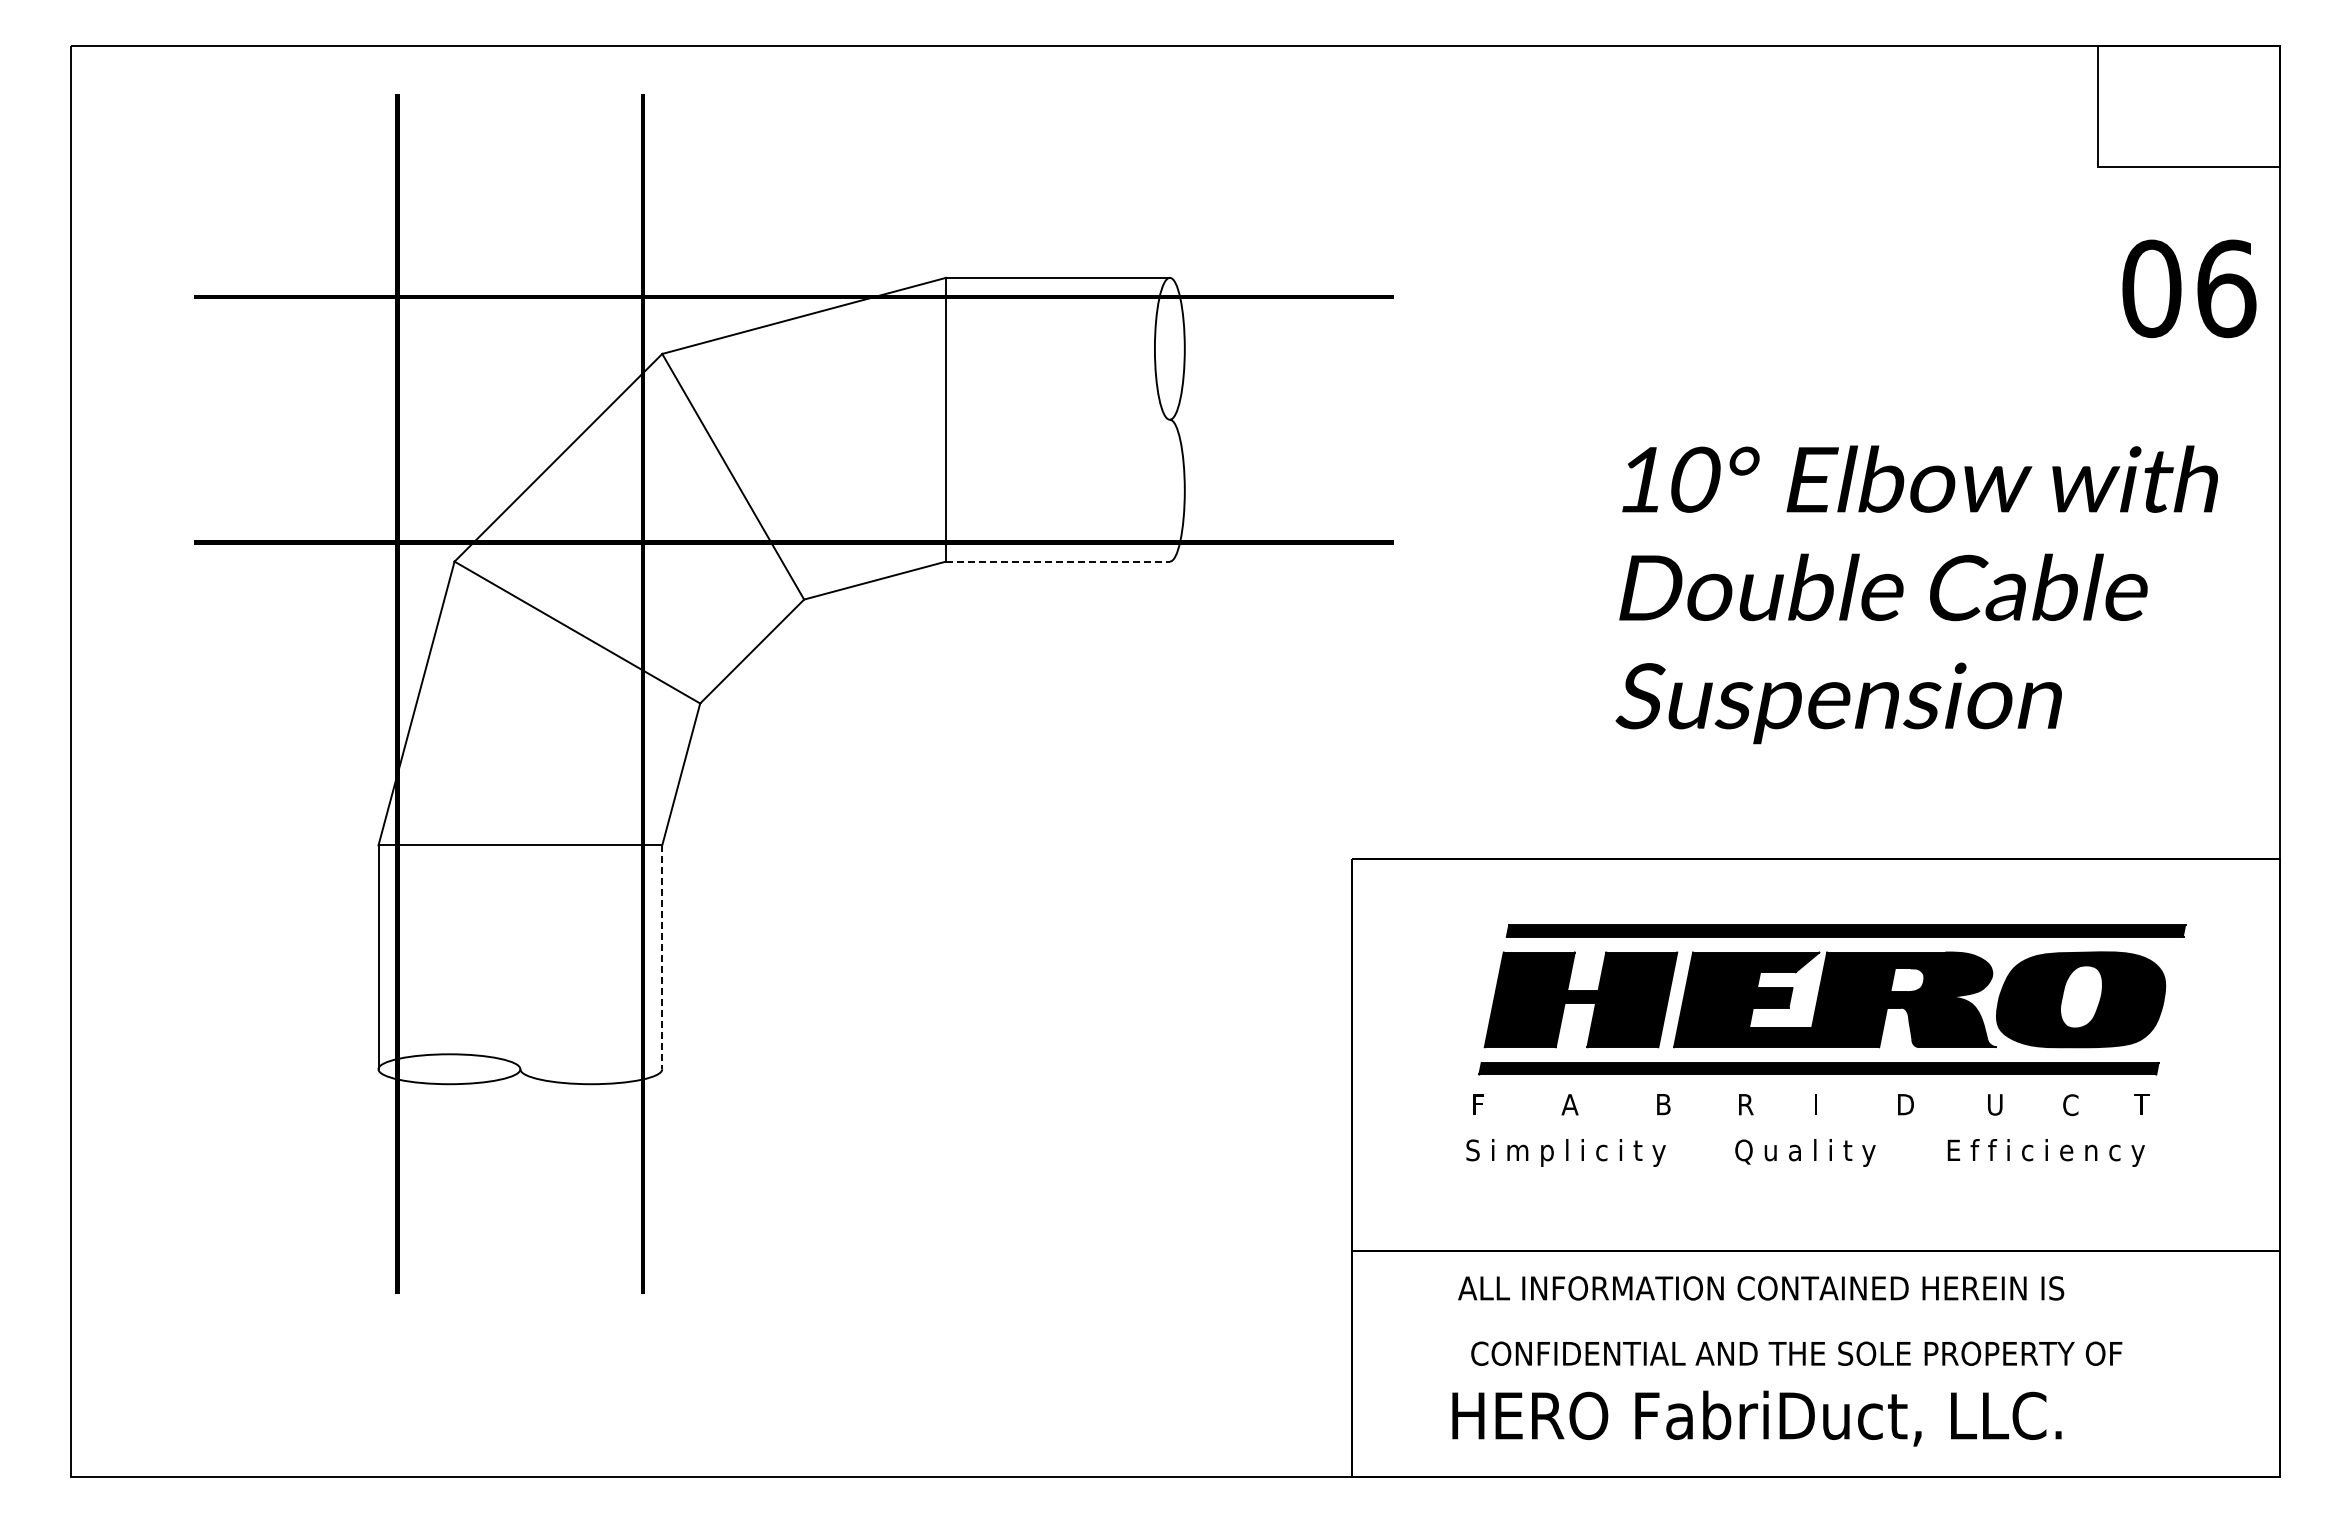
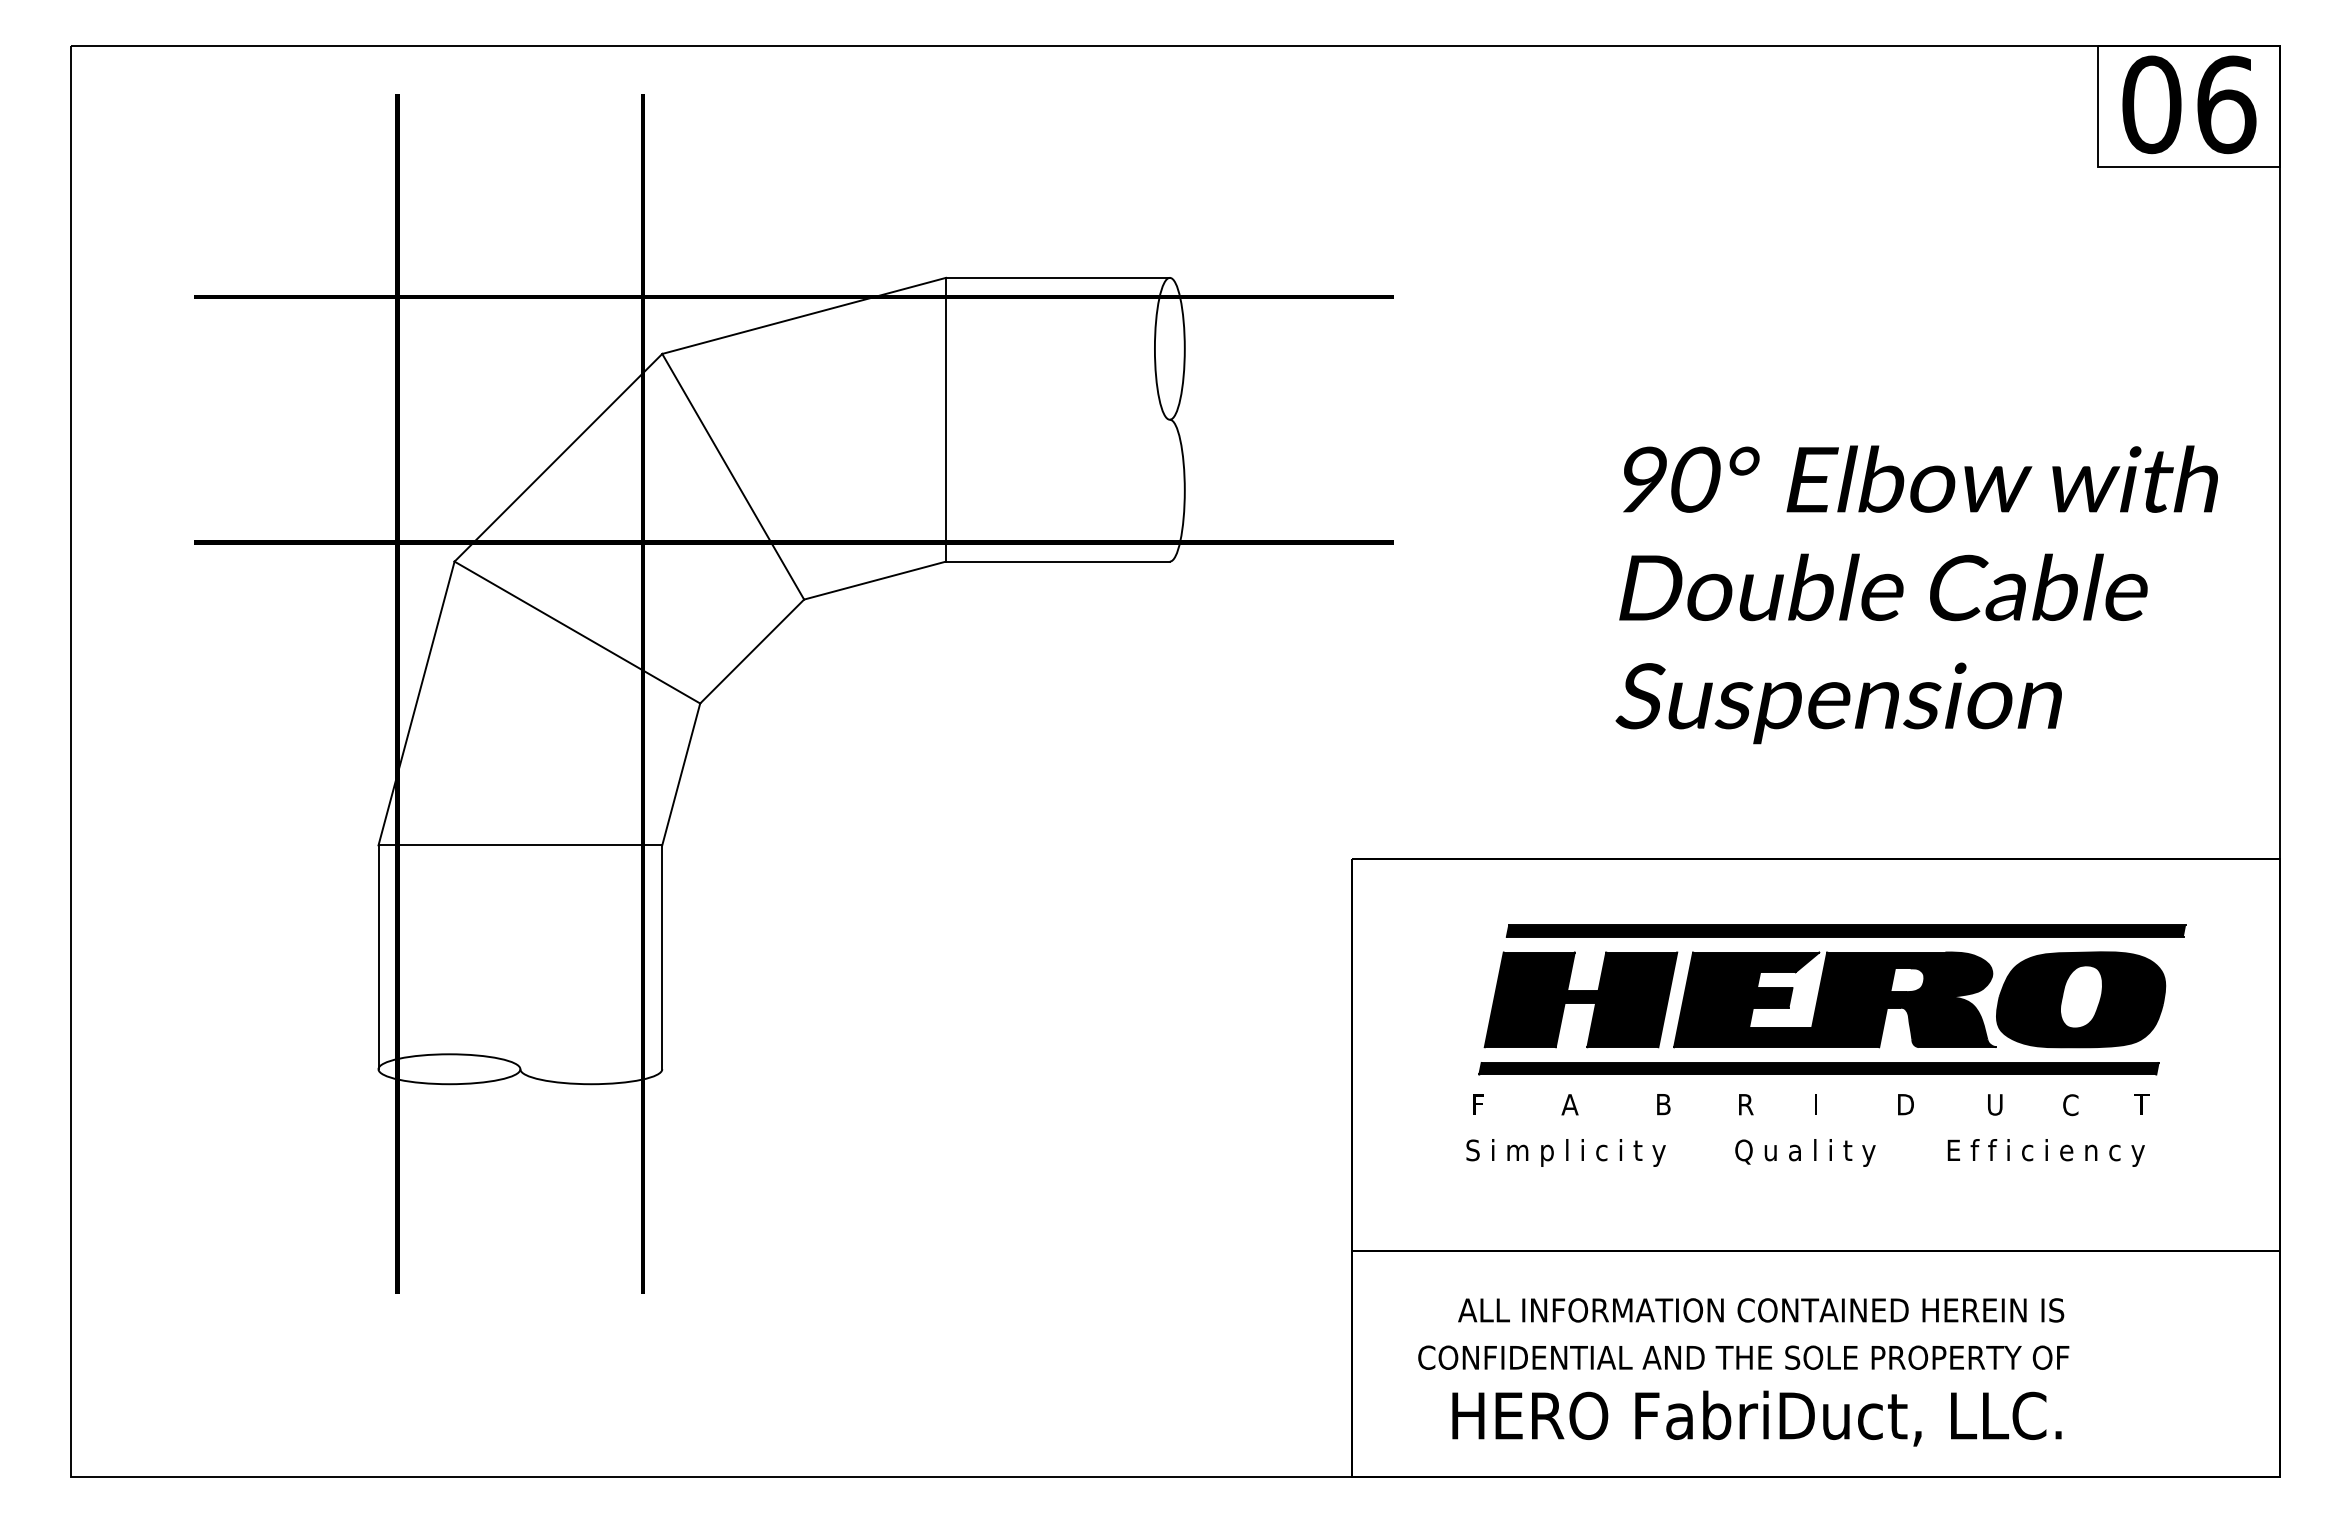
text at (2189, 288) position: (2189, 288) -> (2189, 104)
text at (1644, 479): 10° -> 90°
line at (1057, 561): dashed -> solid
line at (662, 957): dashed -> solid
text at (1761, 1288) position: (1761, 1288) -> (1761, 1310)
text at (1796, 1353) position: (1796, 1353) -> (1743, 1357)
